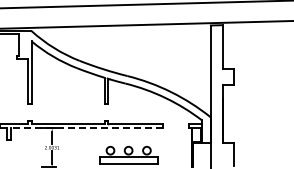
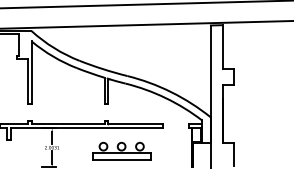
line at (86, 128): dashed -> solid
part at (128, 154) position: (128, 154) -> (121, 150)
